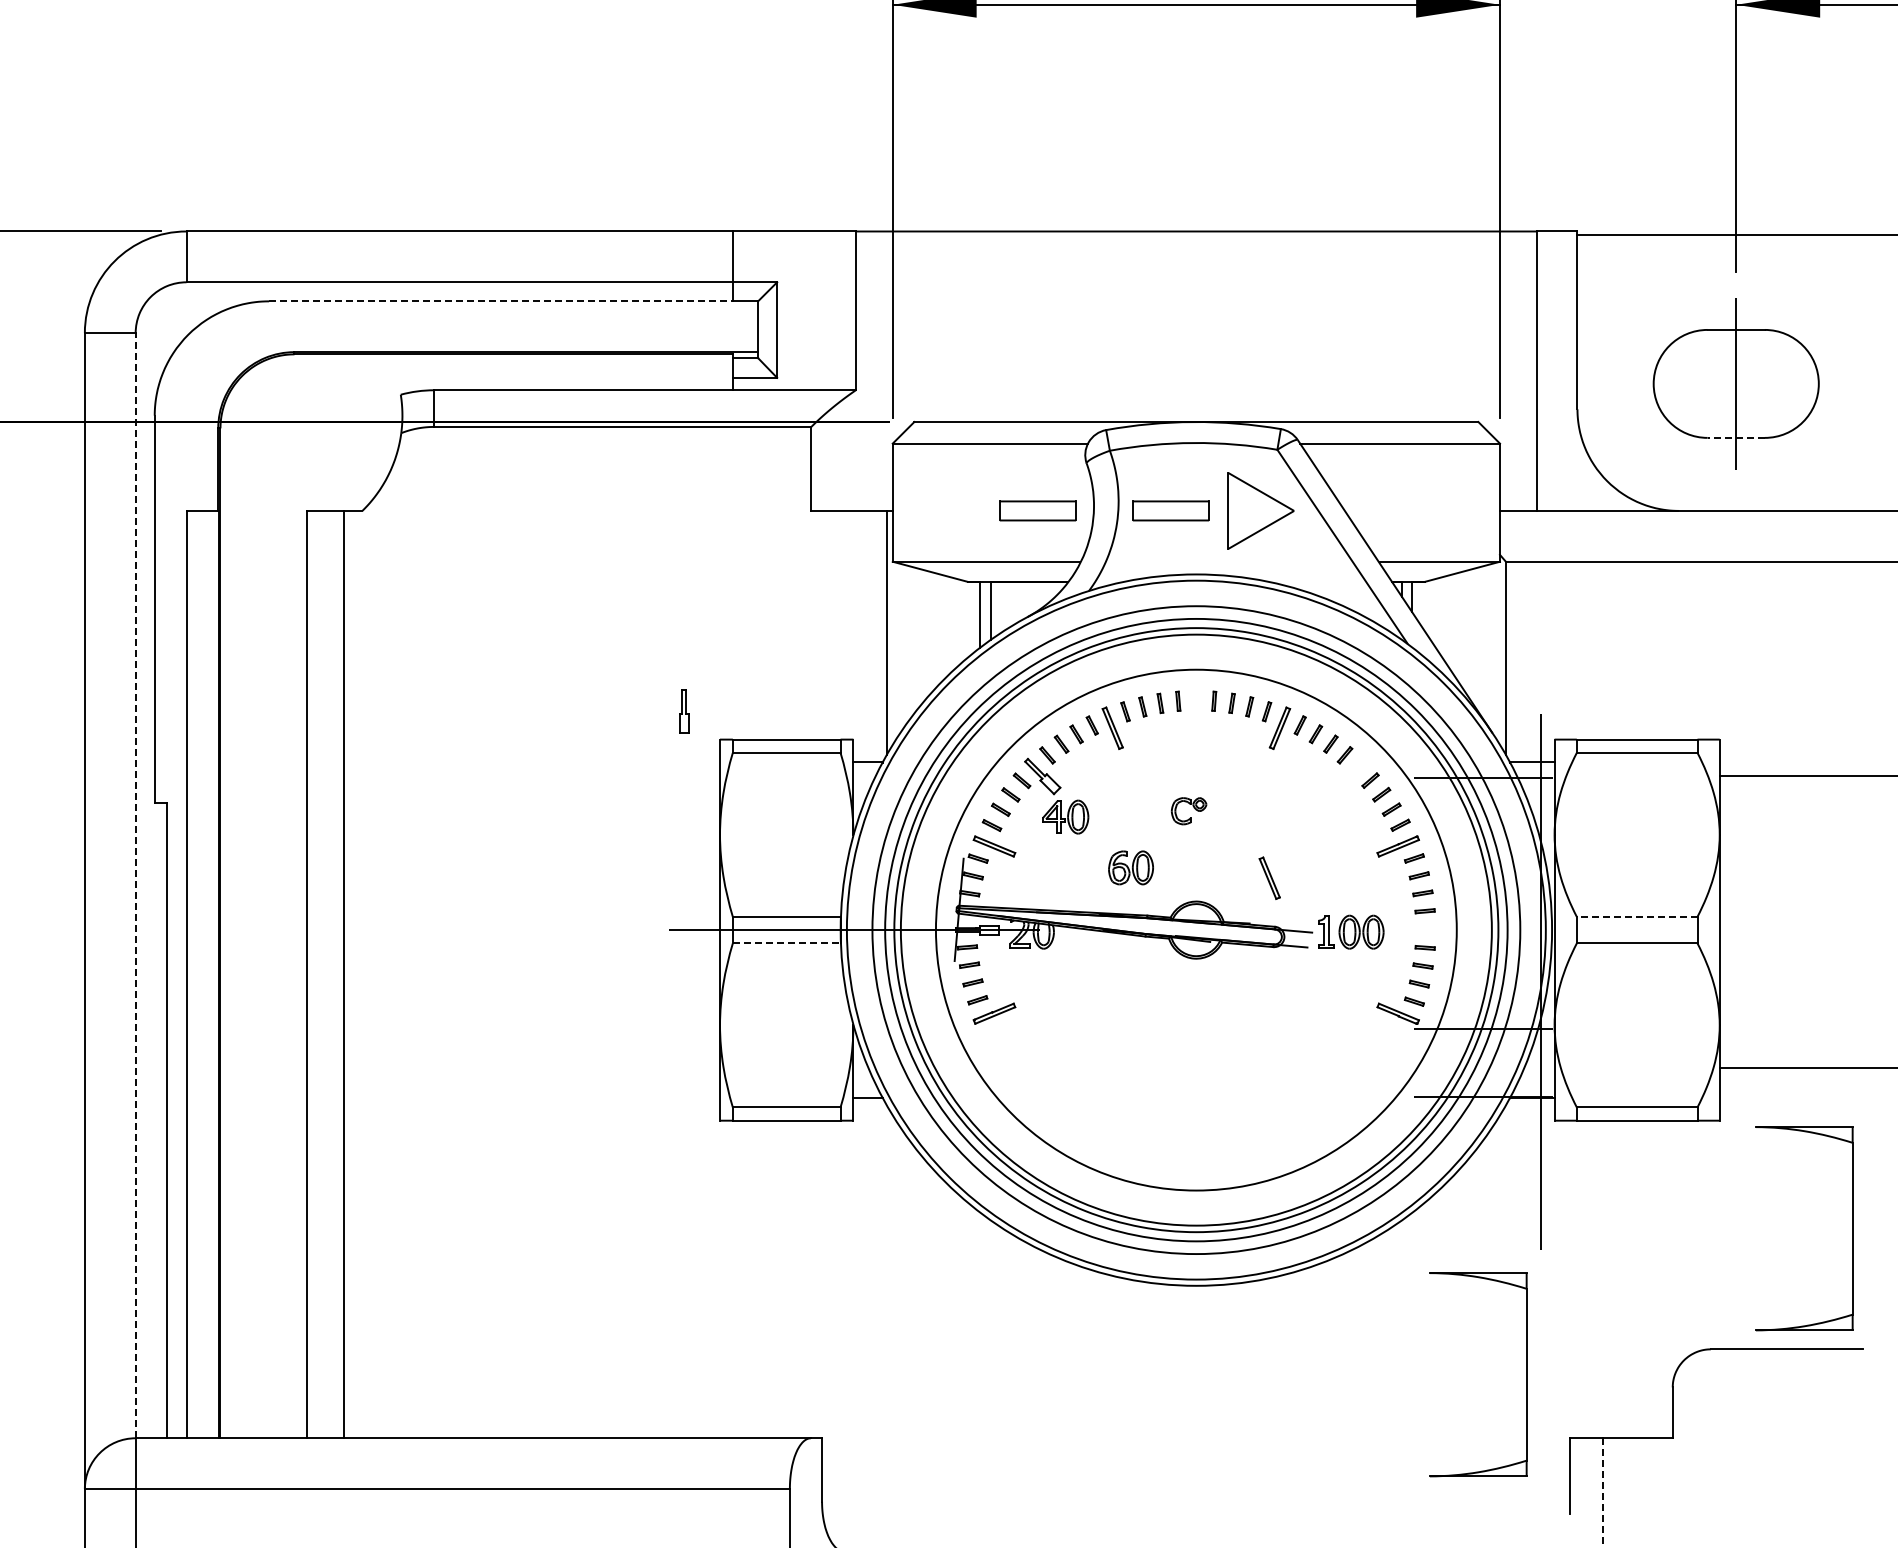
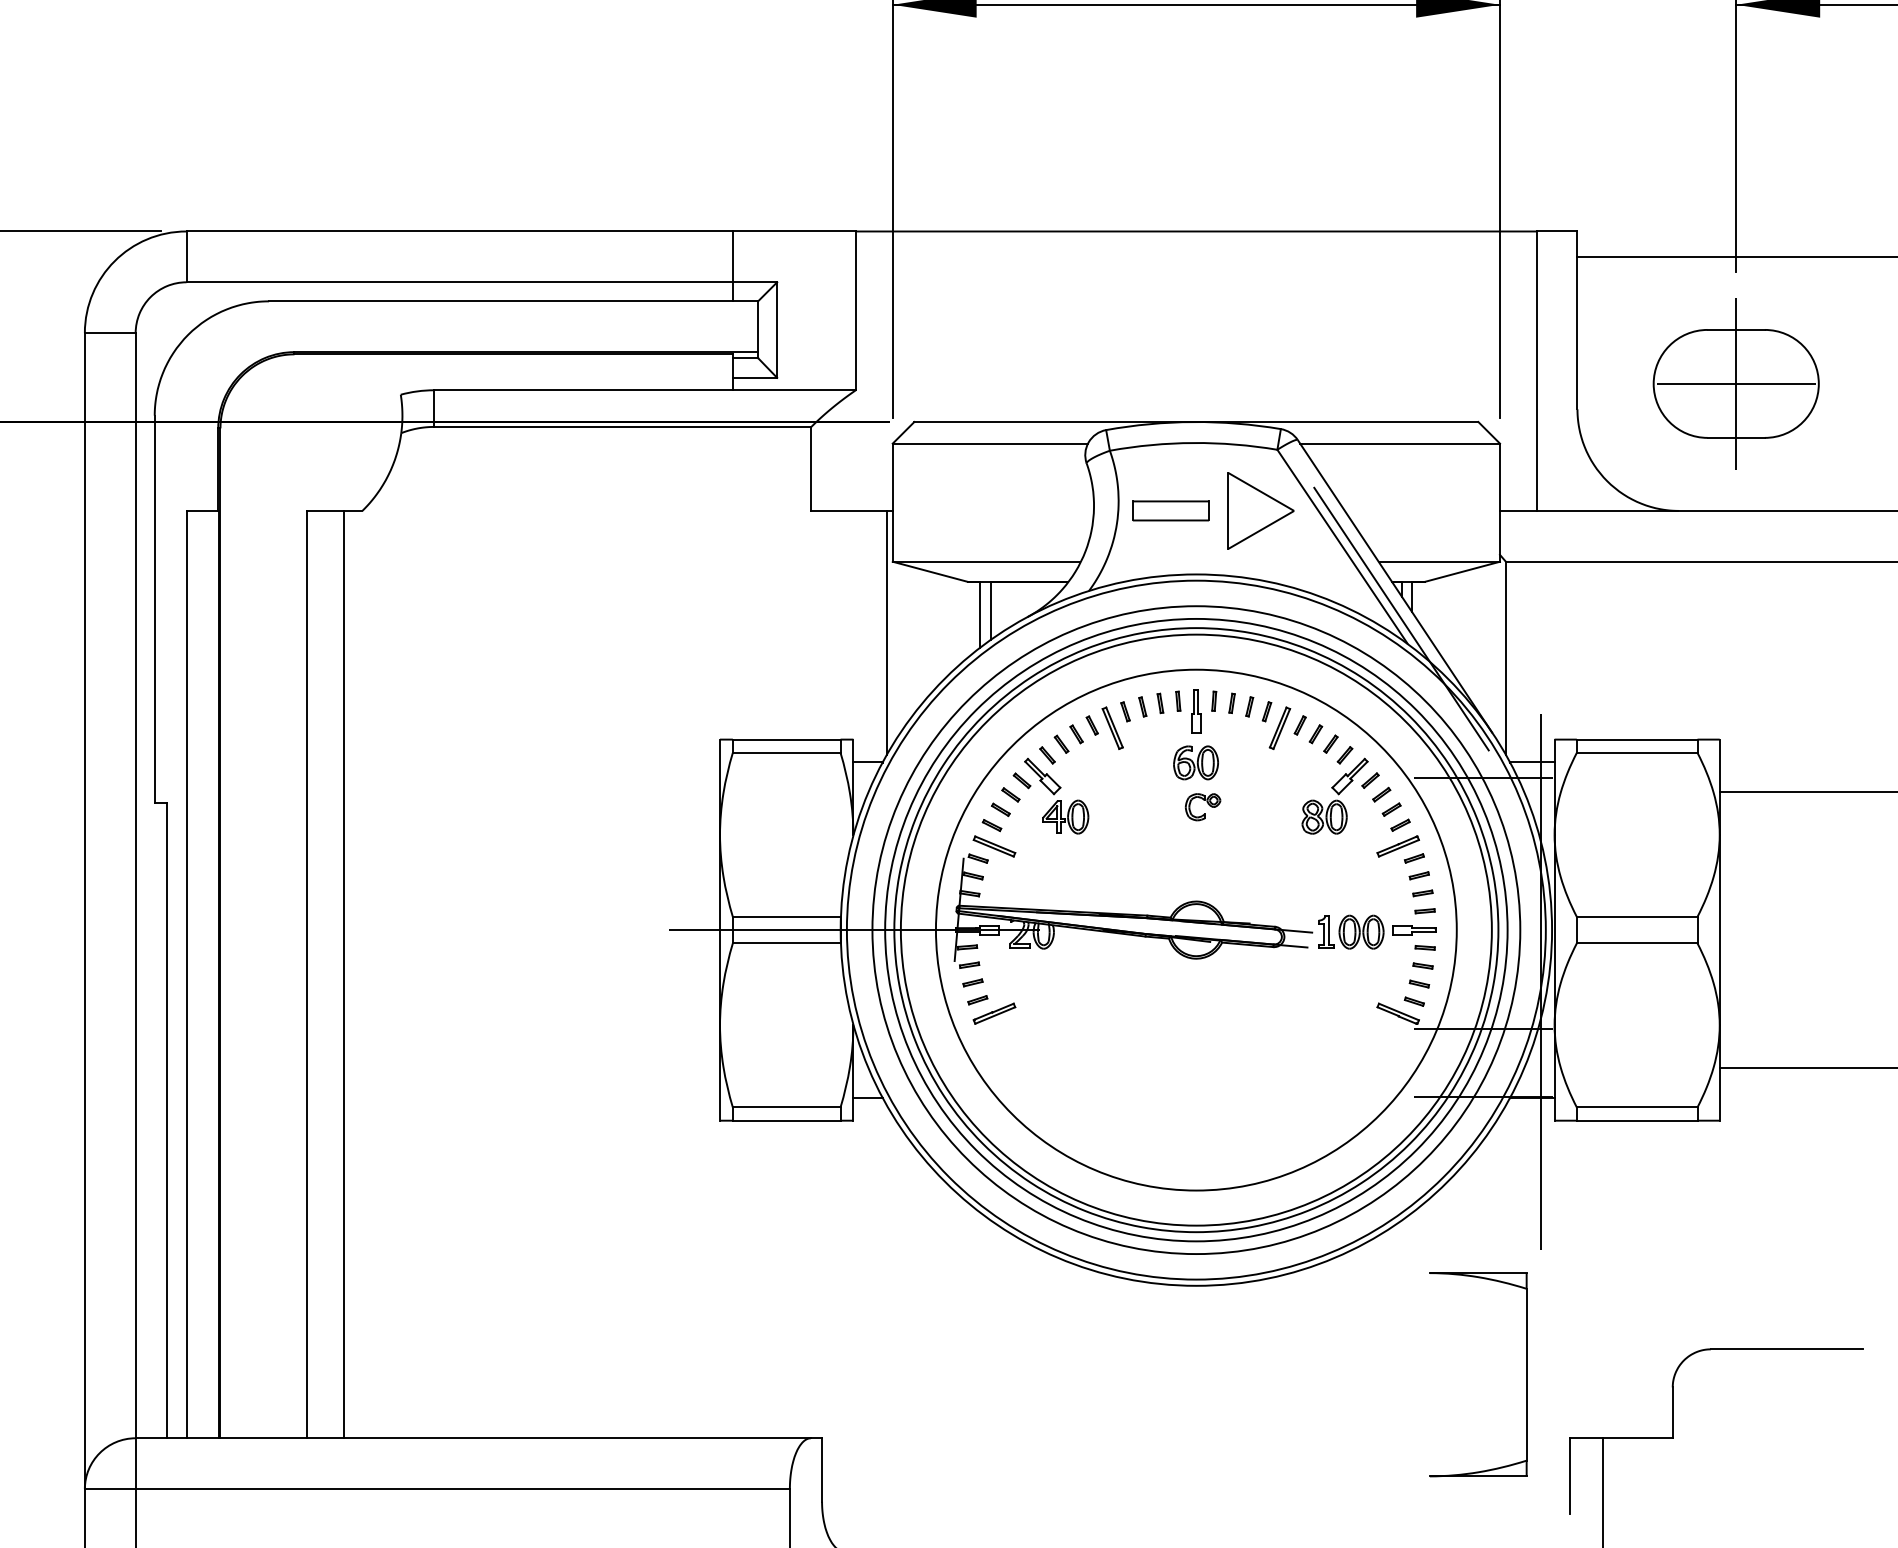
line at (1735, 234) position: (1735, 234) -> (1735, 256)
line at (500, 301): dashed -> solid
line at (1735, 383): none -> present
line at (1736, 437): dashed -> solid
part at (1037, 510): present -> none
line at (1401, 619): none -> present
part at (684, 711) position: (684, 711) -> (1196, 711)
line at (1806, 776) position: (1806, 776) -> (1806, 792)
part at (1334, 795): none -> present
part at (1194, 809) position: (1194, 809) -> (1208, 805)
part at (1130, 867) position: (1130, 867) -> (1195, 762)
part at (1269, 877): present -> none
line at (135, 885): dashed -> solid
line at (1636, 916): dashed -> solid
part at (1414, 930): none -> present
line at (786, 943): dashed -> solid
part at (1852, 1228): present -> none
line at (1602, 1493): dashed -> solid
